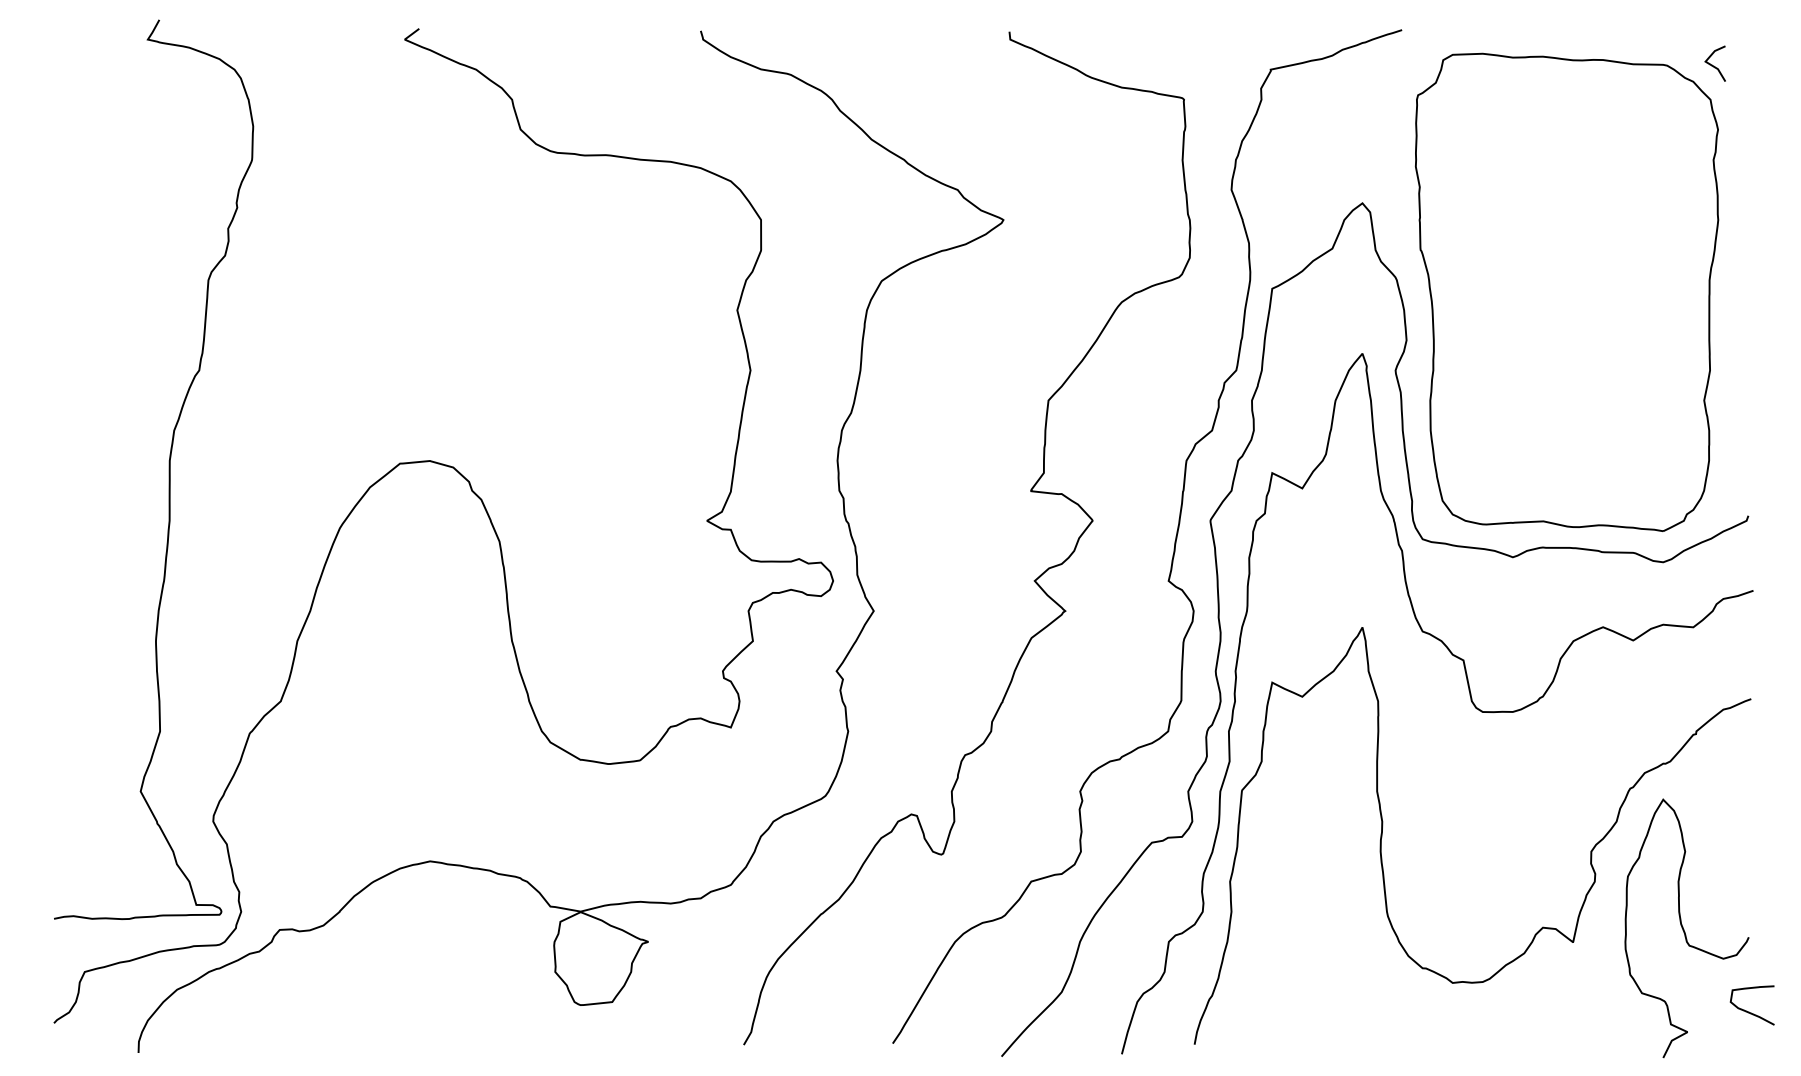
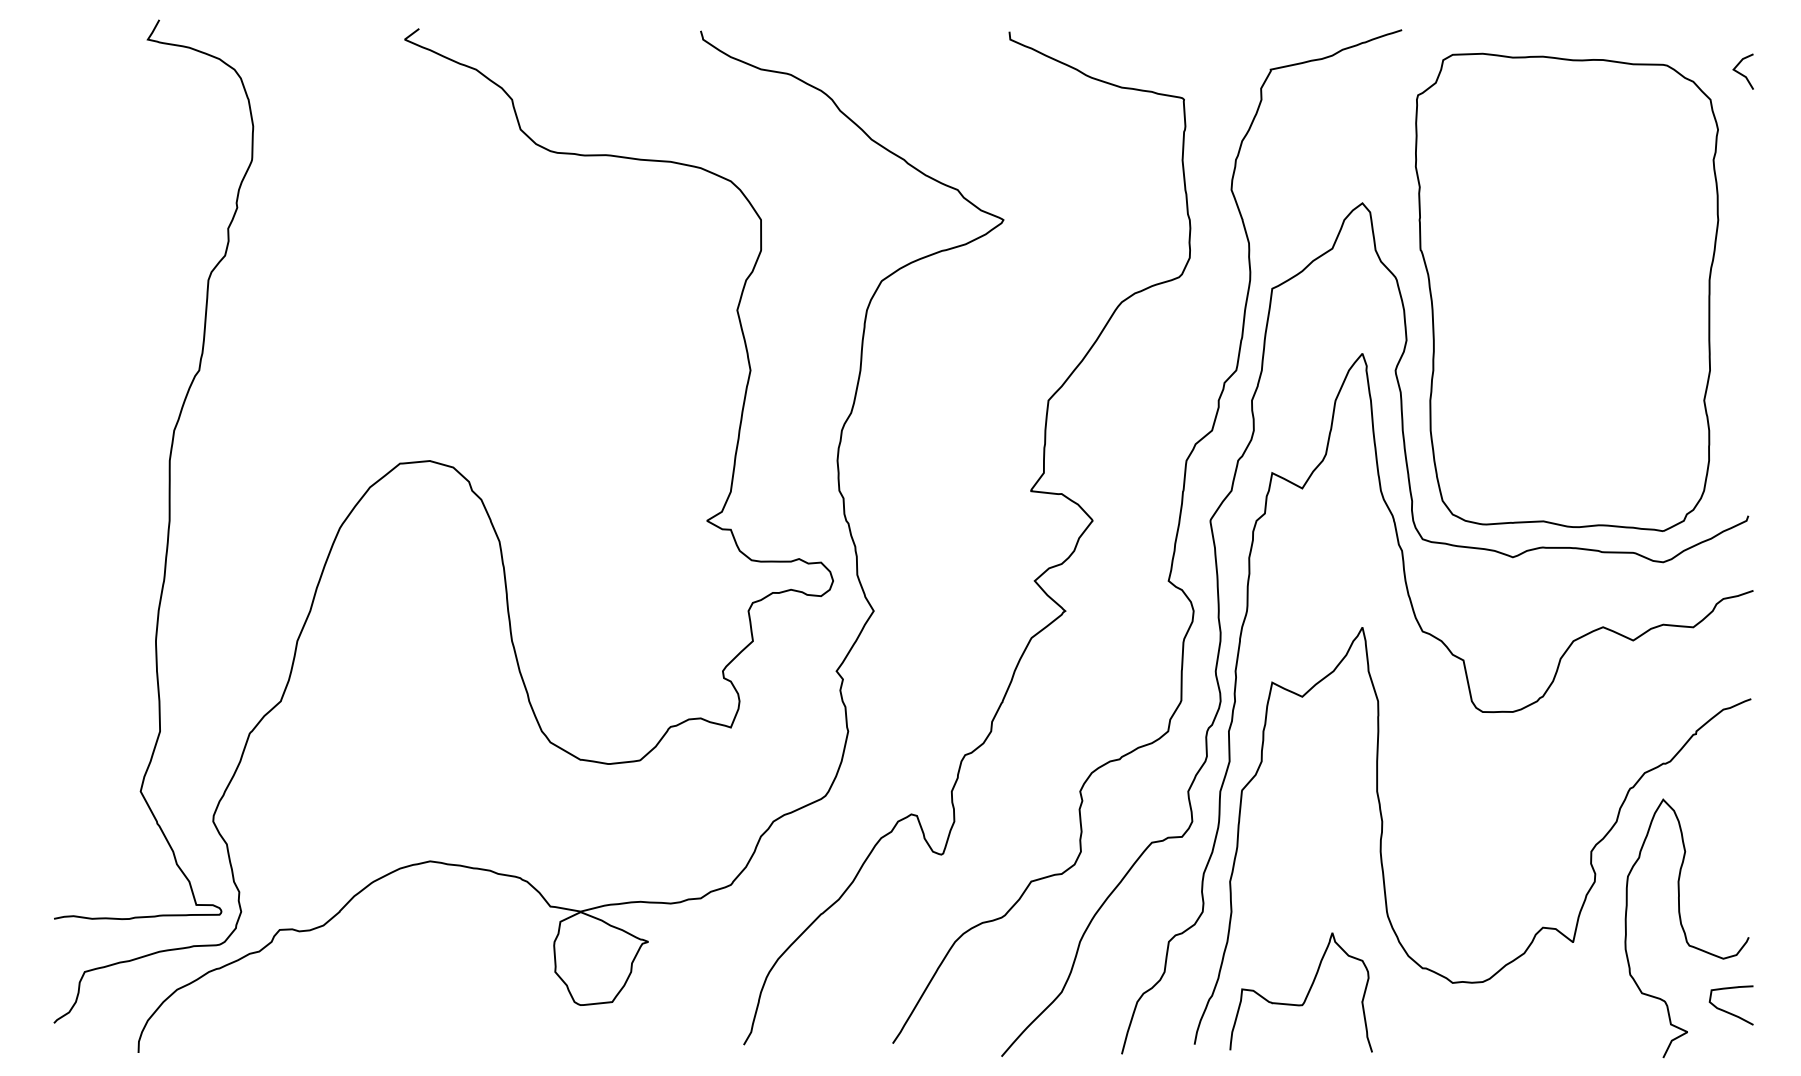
line at (1712, 64) position: (1712, 64) -> (1740, 72)
curve at (1306, 994): none -> present
curve at (1749, 1011) position: (1749, 1011) -> (1728, 1011)
